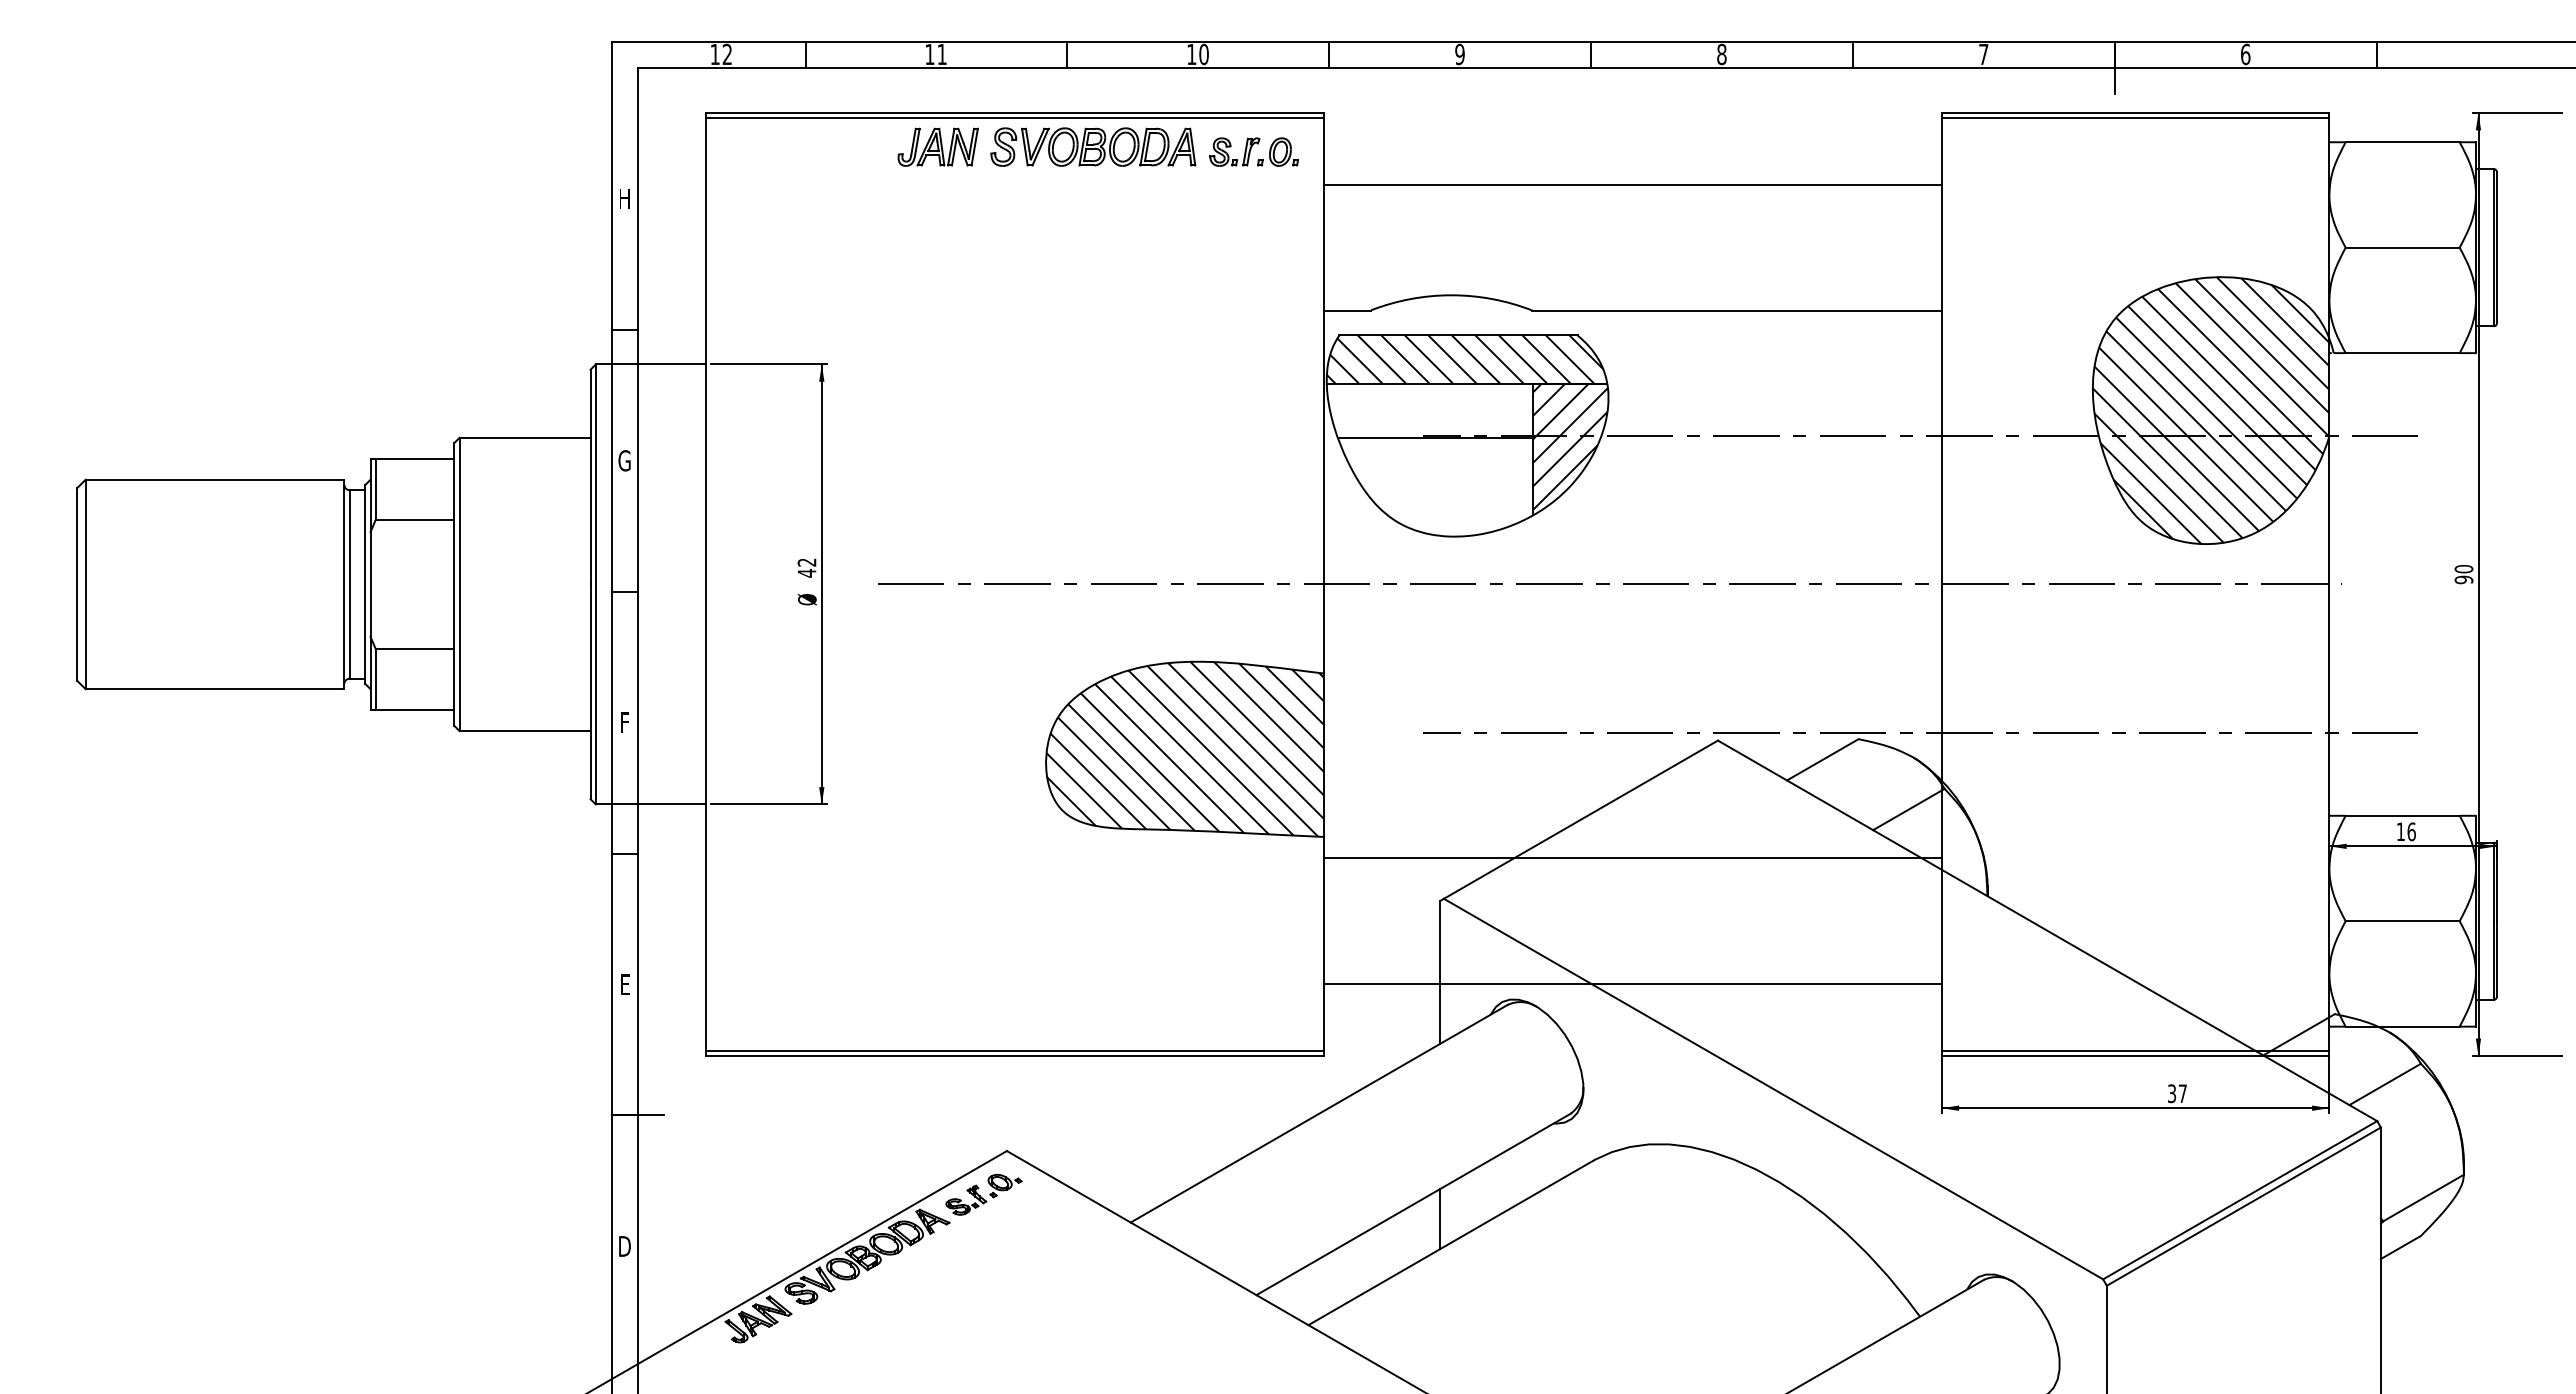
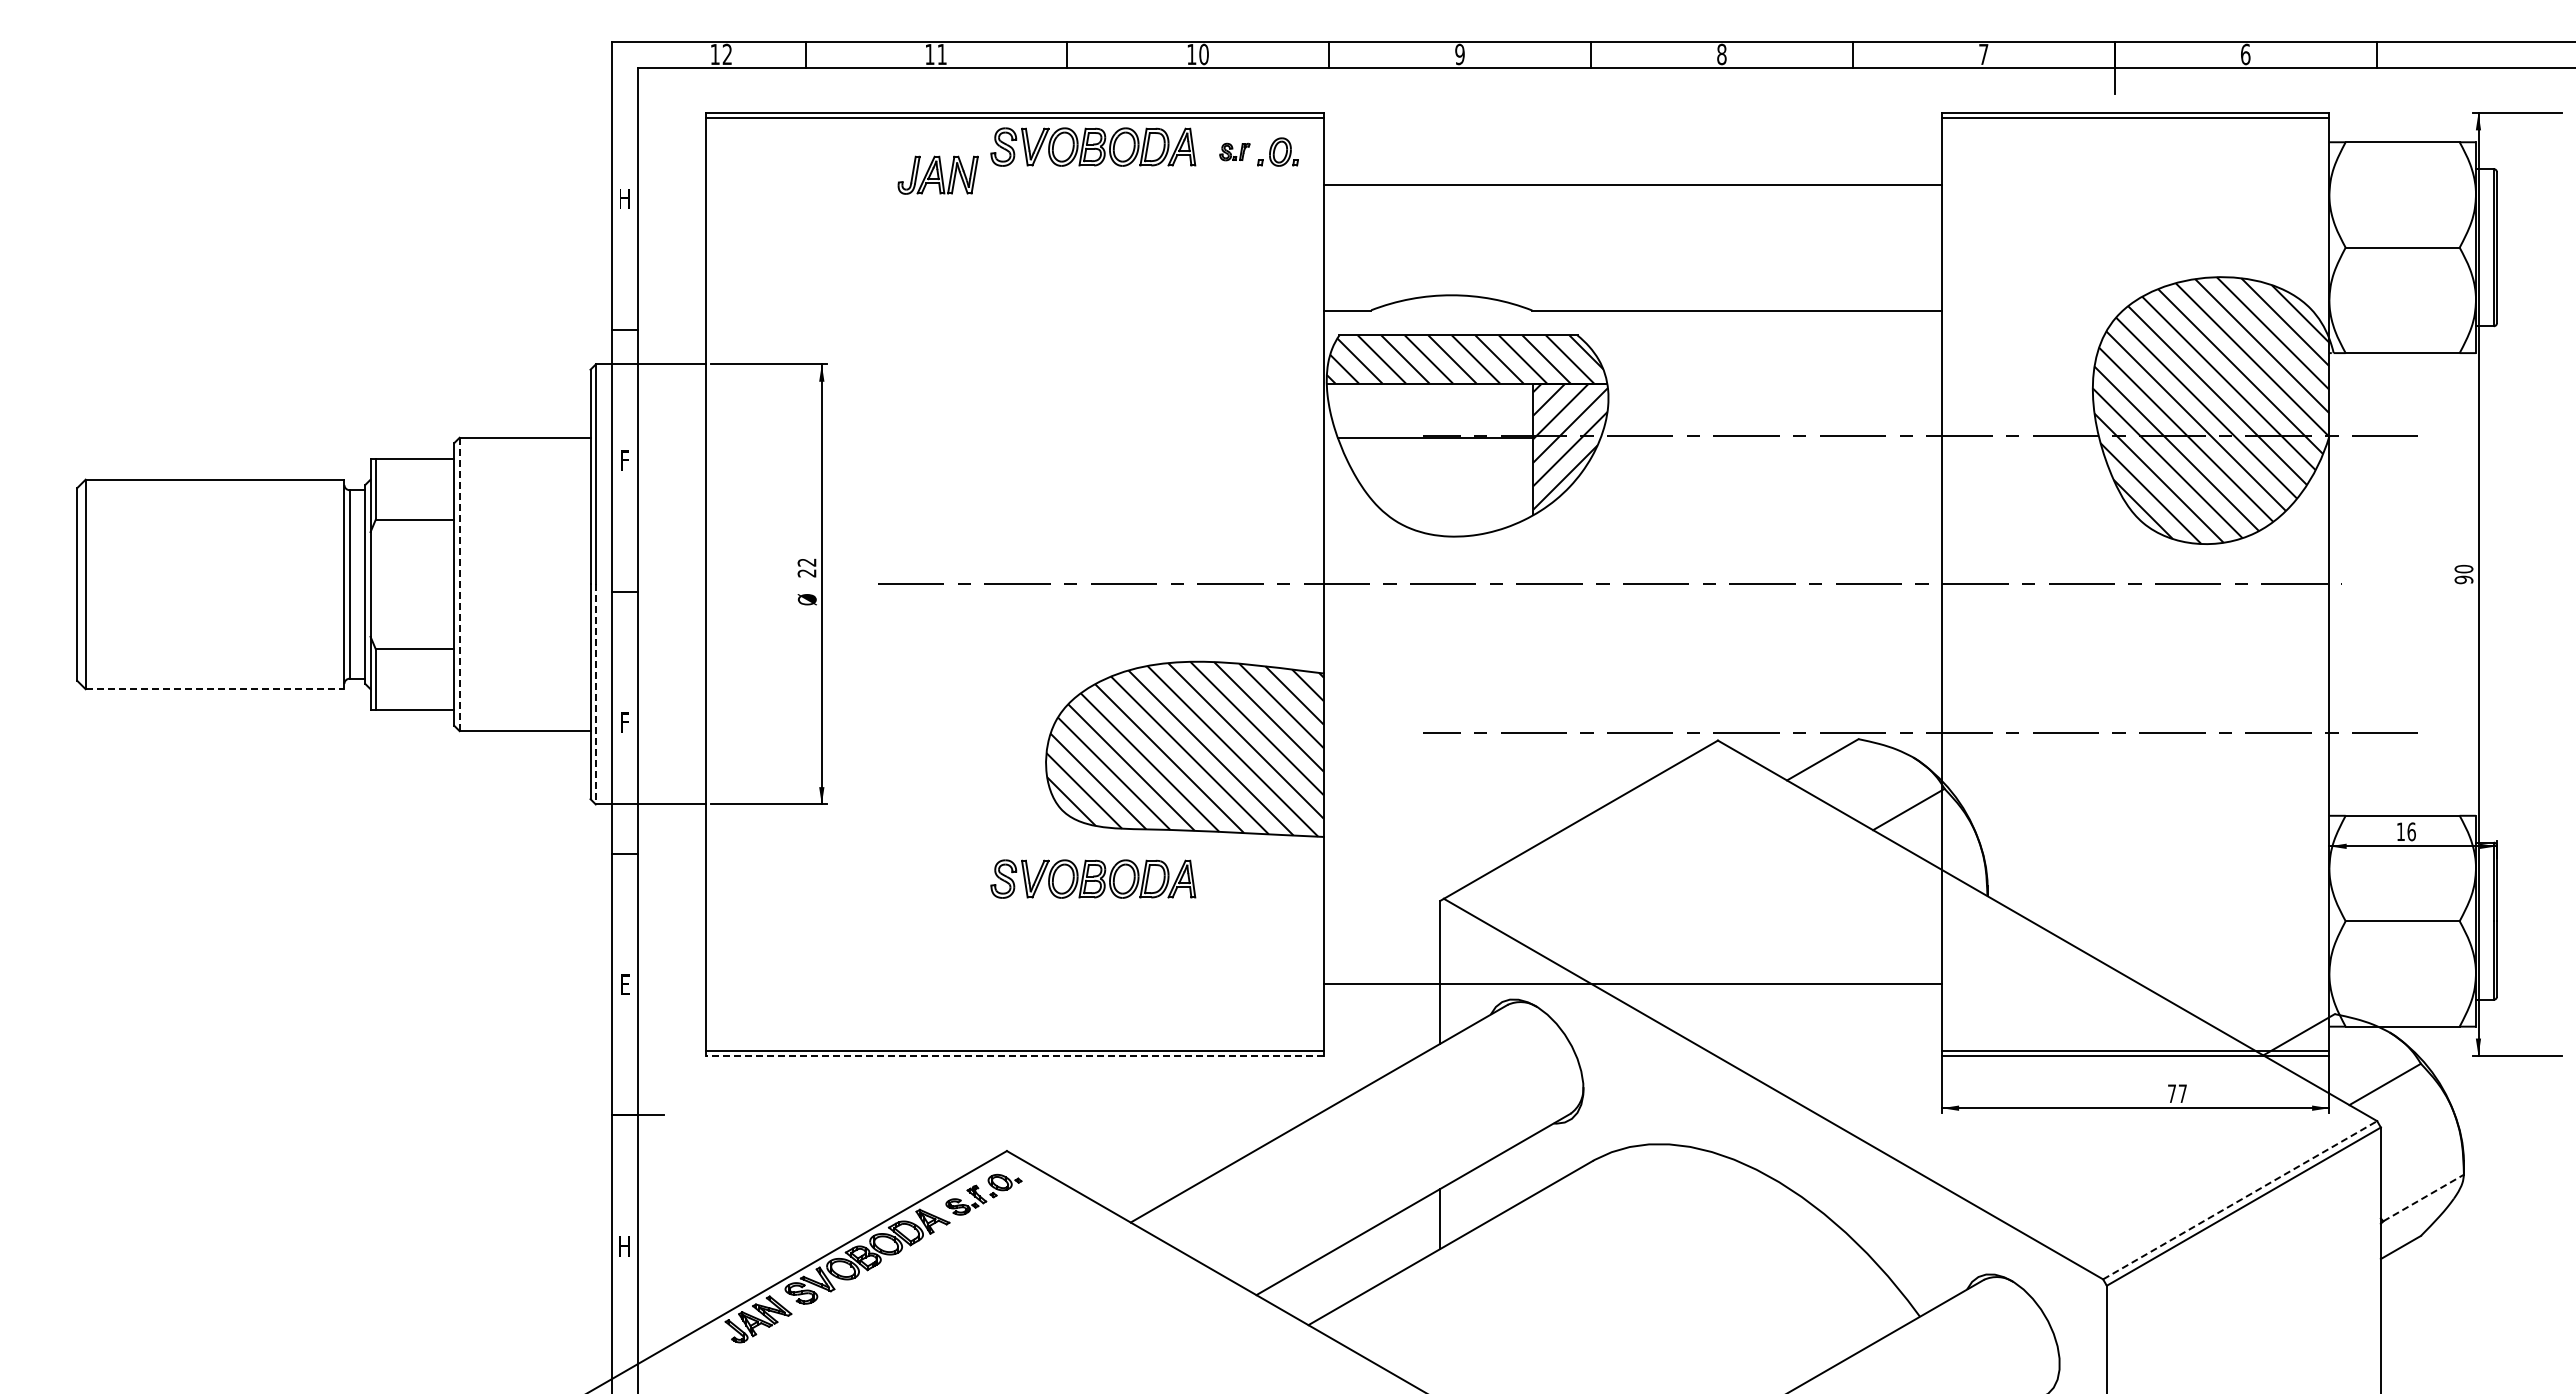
part at (937, 146) position: (937, 146) -> (937, 174)
part at (1234, 151) size: 52x30 px -> 32x20 px
text at (624, 460): G -> F
text at (806, 573): 42 -> 22
line at (459, 584): solid -> dashed
line at (215, 689): solid -> dashed
line at (595, 694): solid -> dashed
line at (1632, 858): present -> none
part at (1093, 878): none -> present
line at (1014, 1055): solid -> dashed
text at (2172, 1093): 37 -> 77
line at (2423, 1198): solid -> dashed
line at (2240, 1200): solid -> dashed
text at (624, 1246): D -> H
